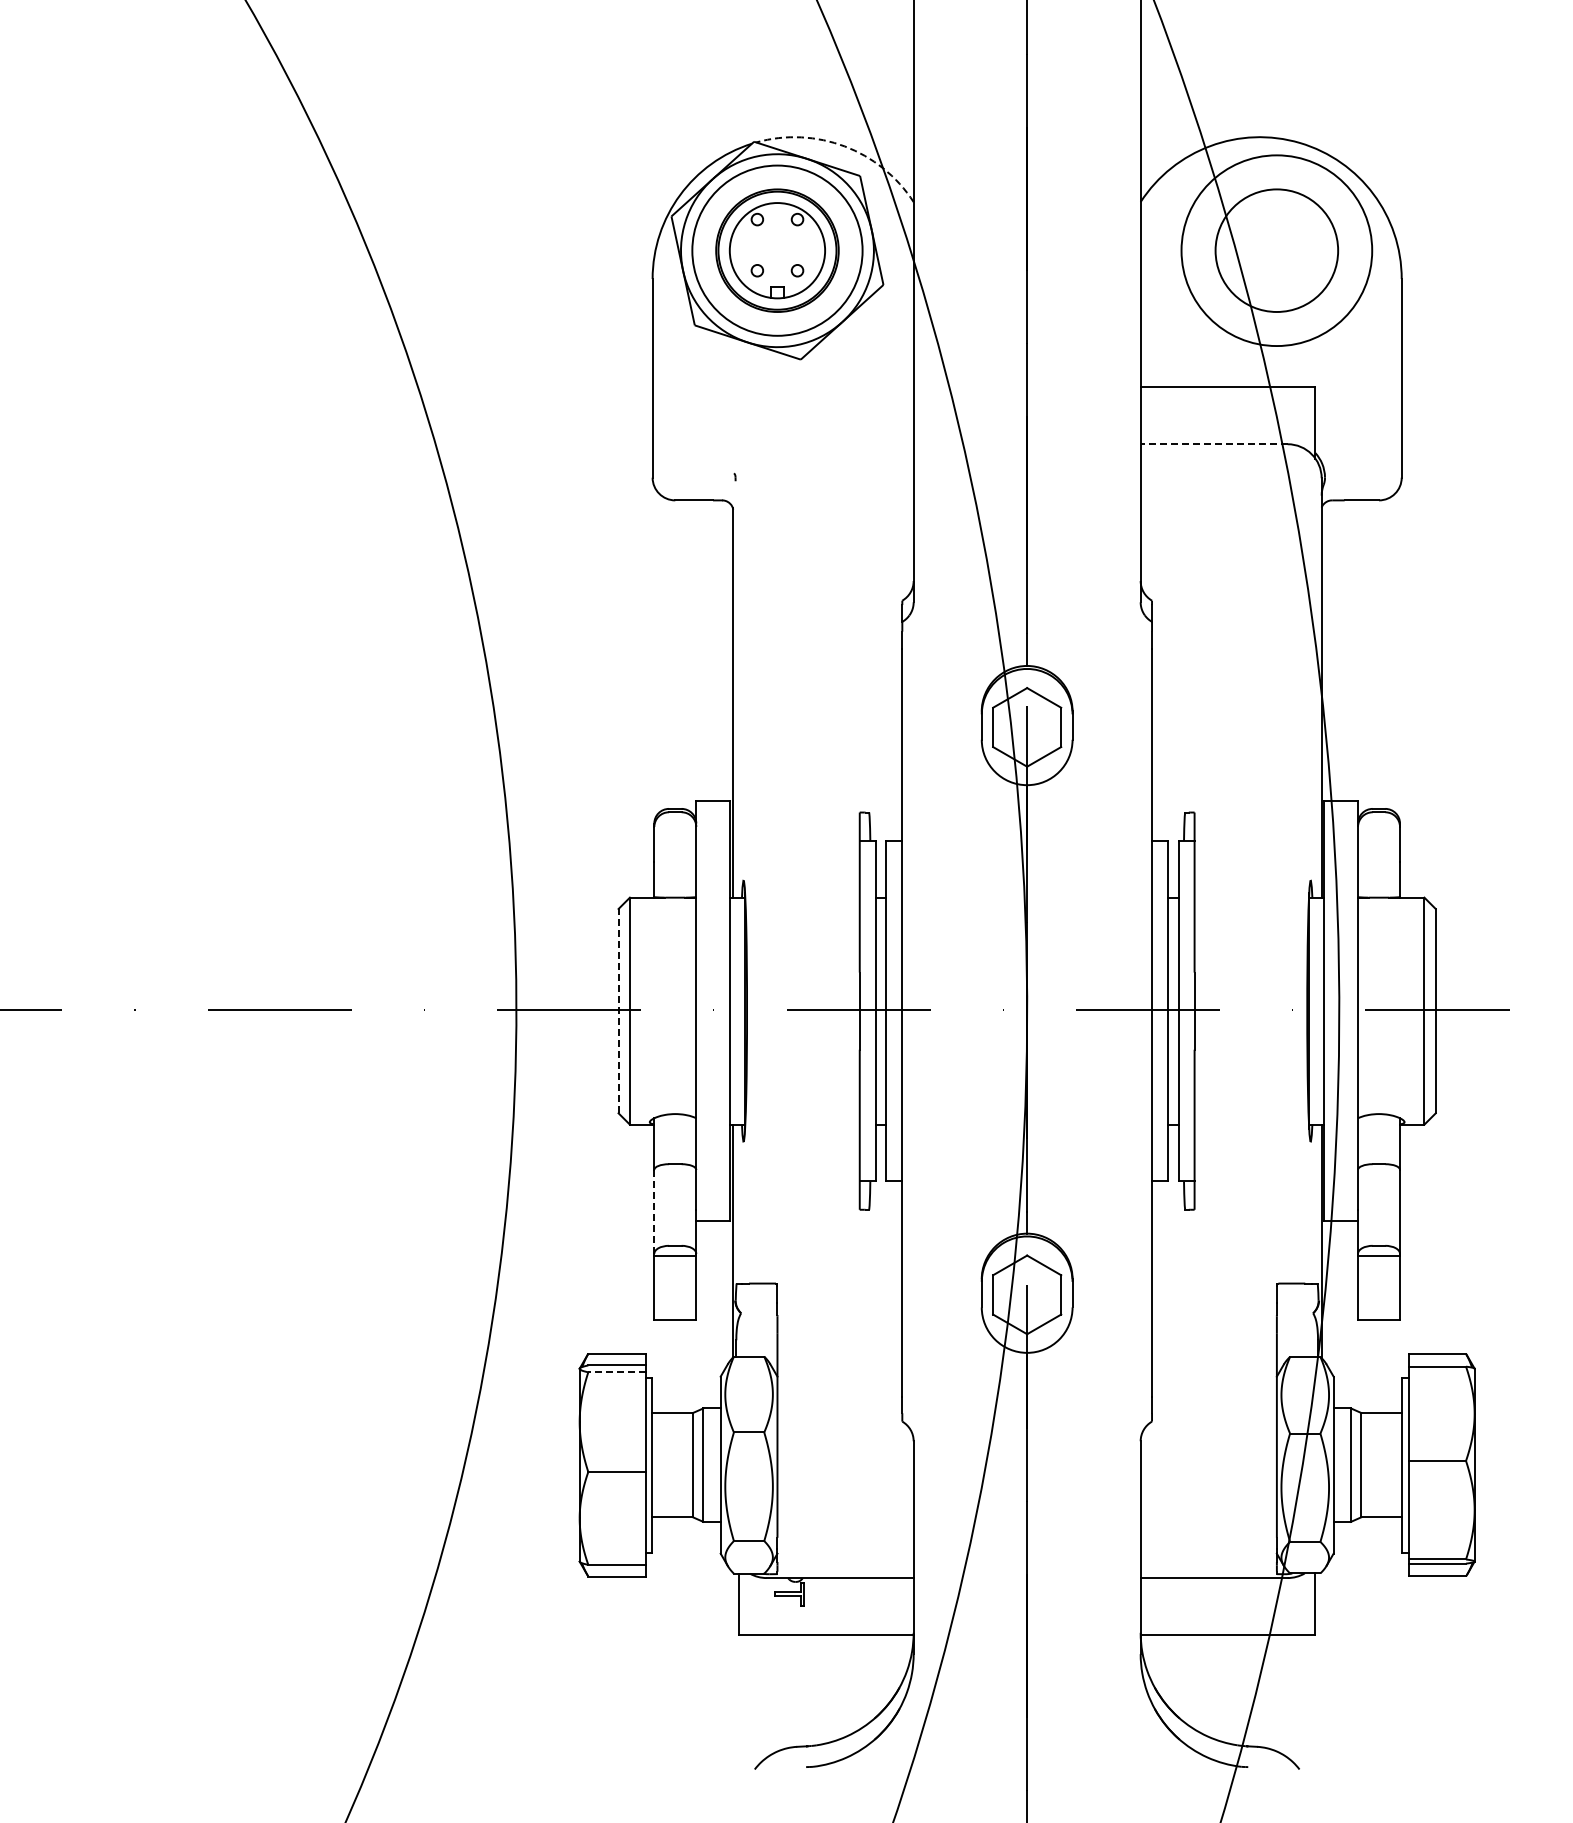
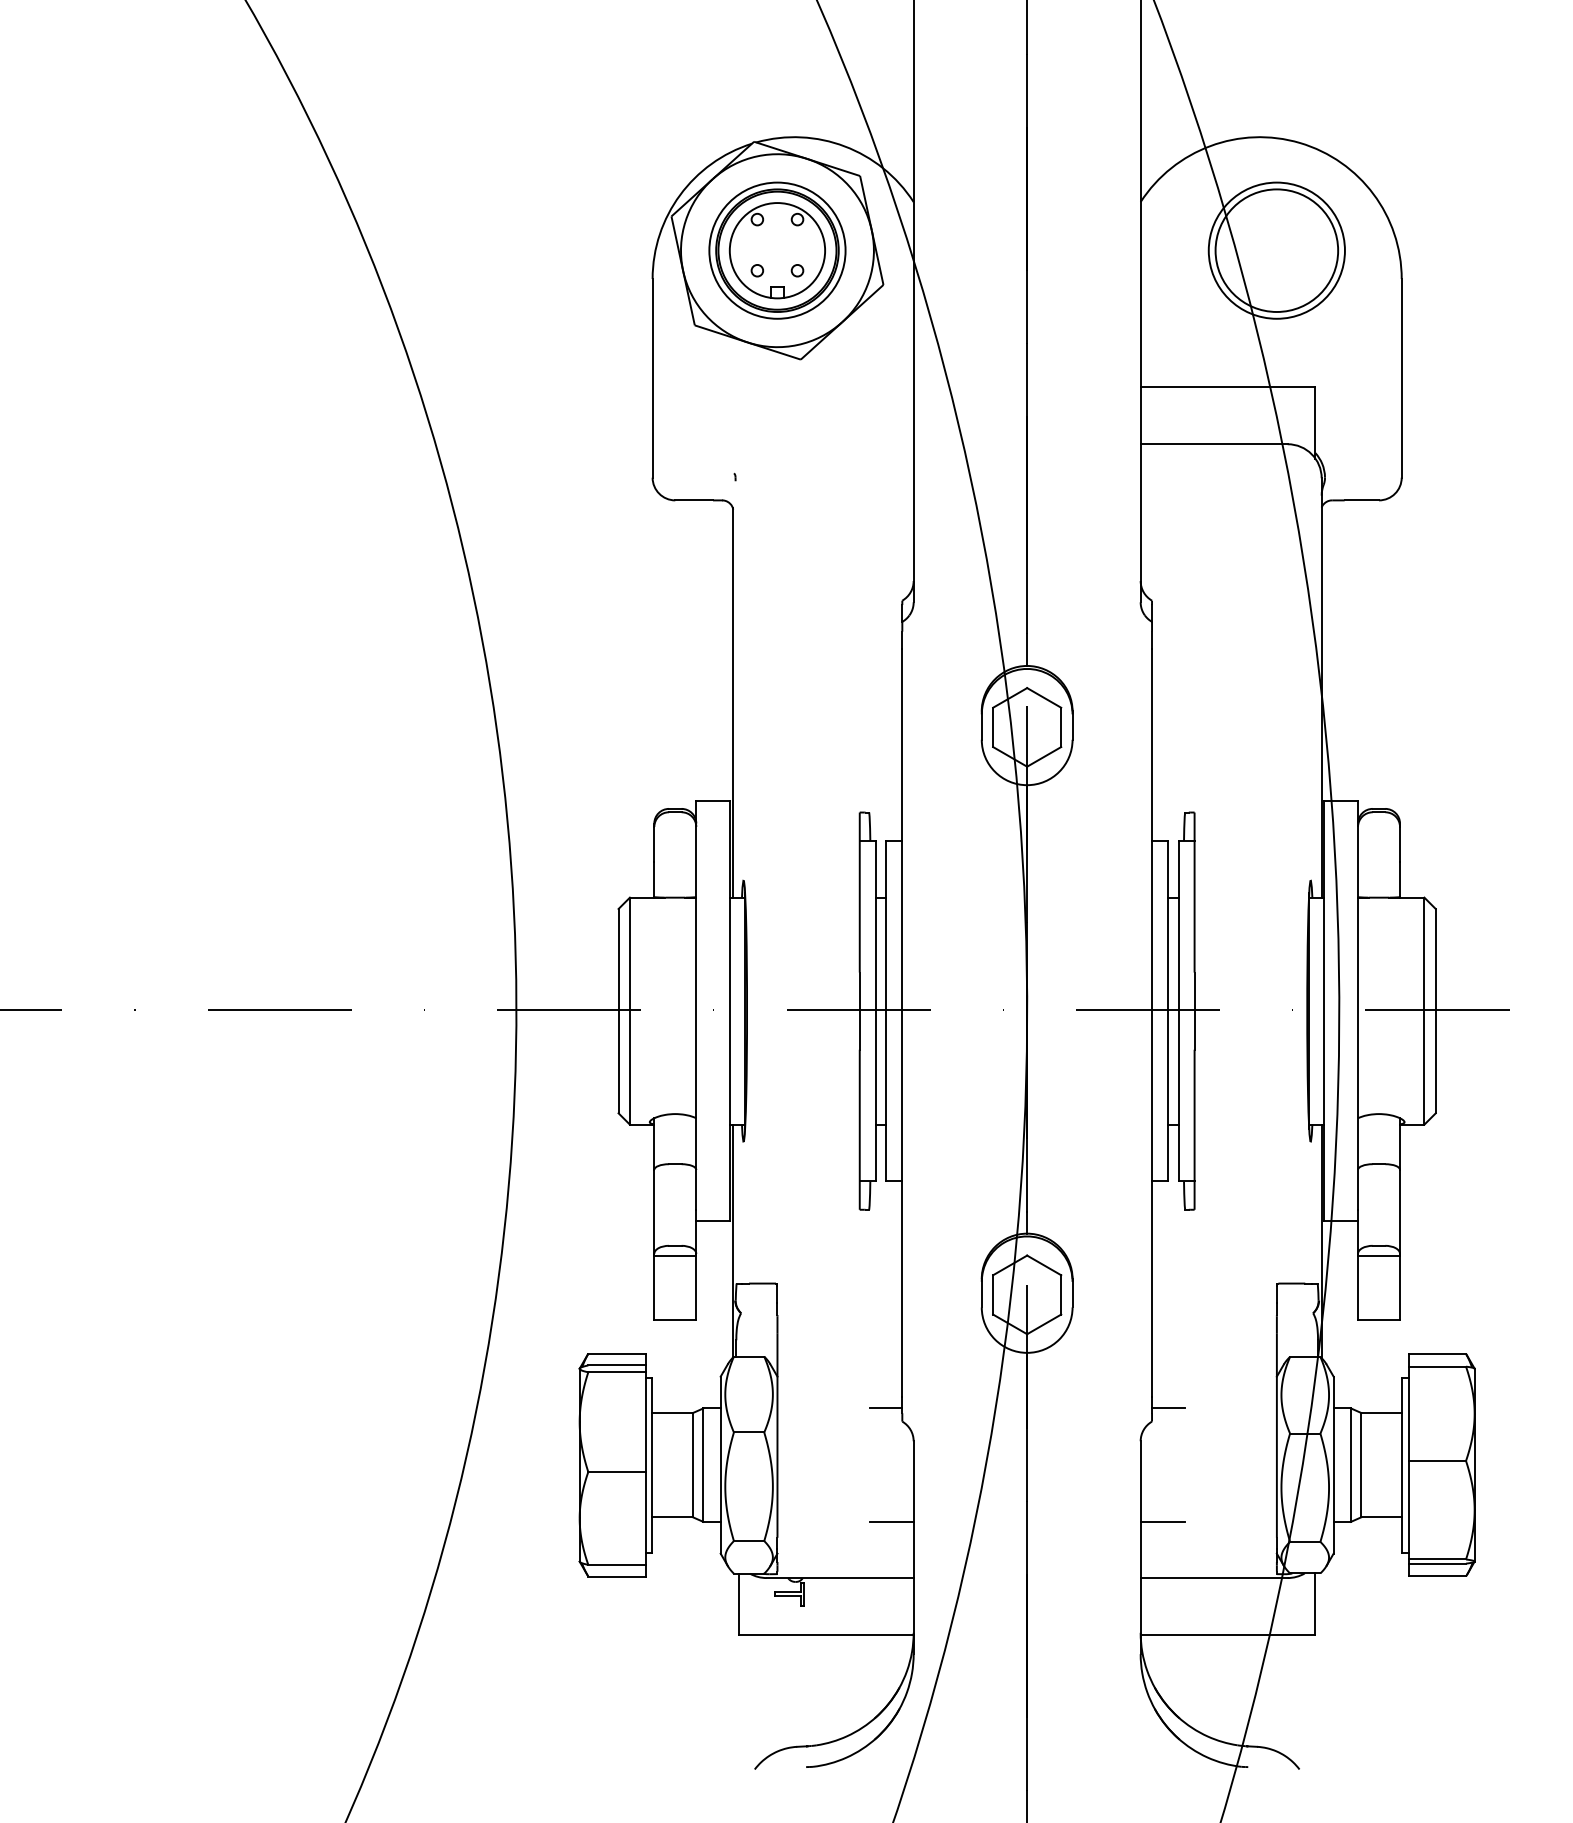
arc at (844, 146): dashed -> solid
circle at (777, 250) diameter: 170 px -> 136 px
circle at (1276, 250) diameter: 191 px -> 136 px
line at (1213, 444): dashed -> solid
line at (618, 1010): dashed -> solid
line at (654, 1211): dashed -> solid
line at (616, 1372): dashed -> solid
line at (885, 1408): none -> present
line at (1168, 1408): none -> present
line at (891, 1521): none -> present
line at (1162, 1521): none -> present
